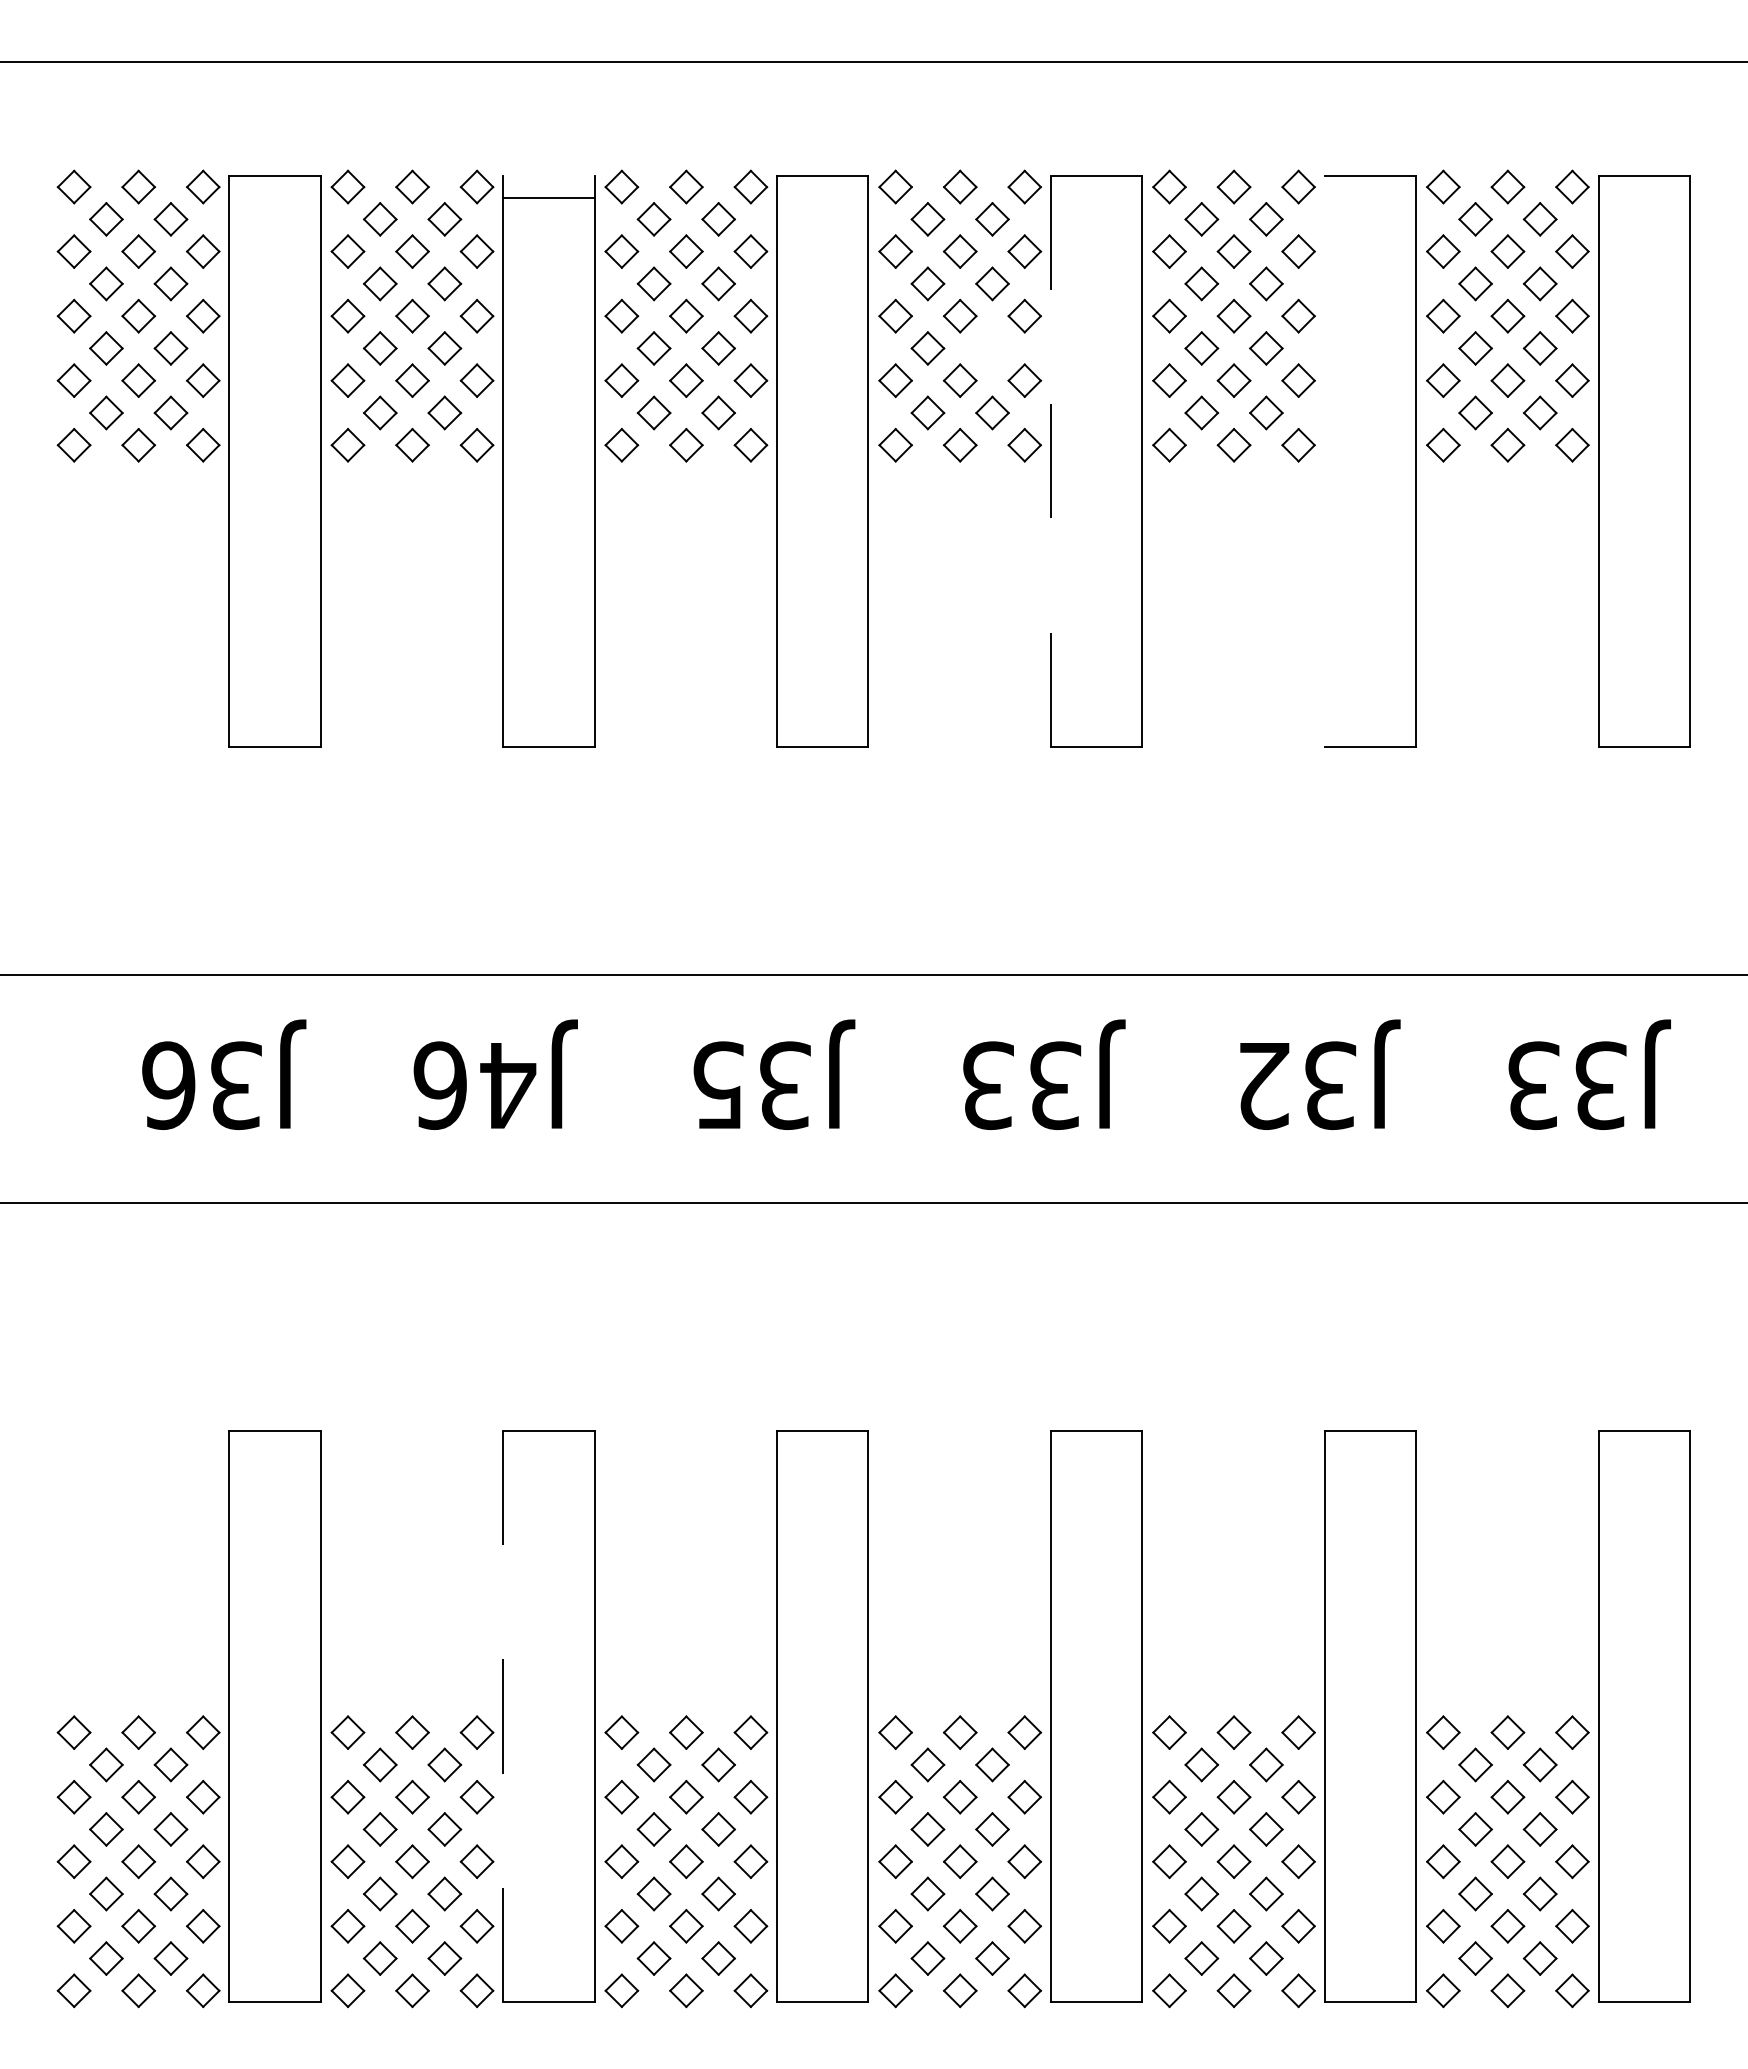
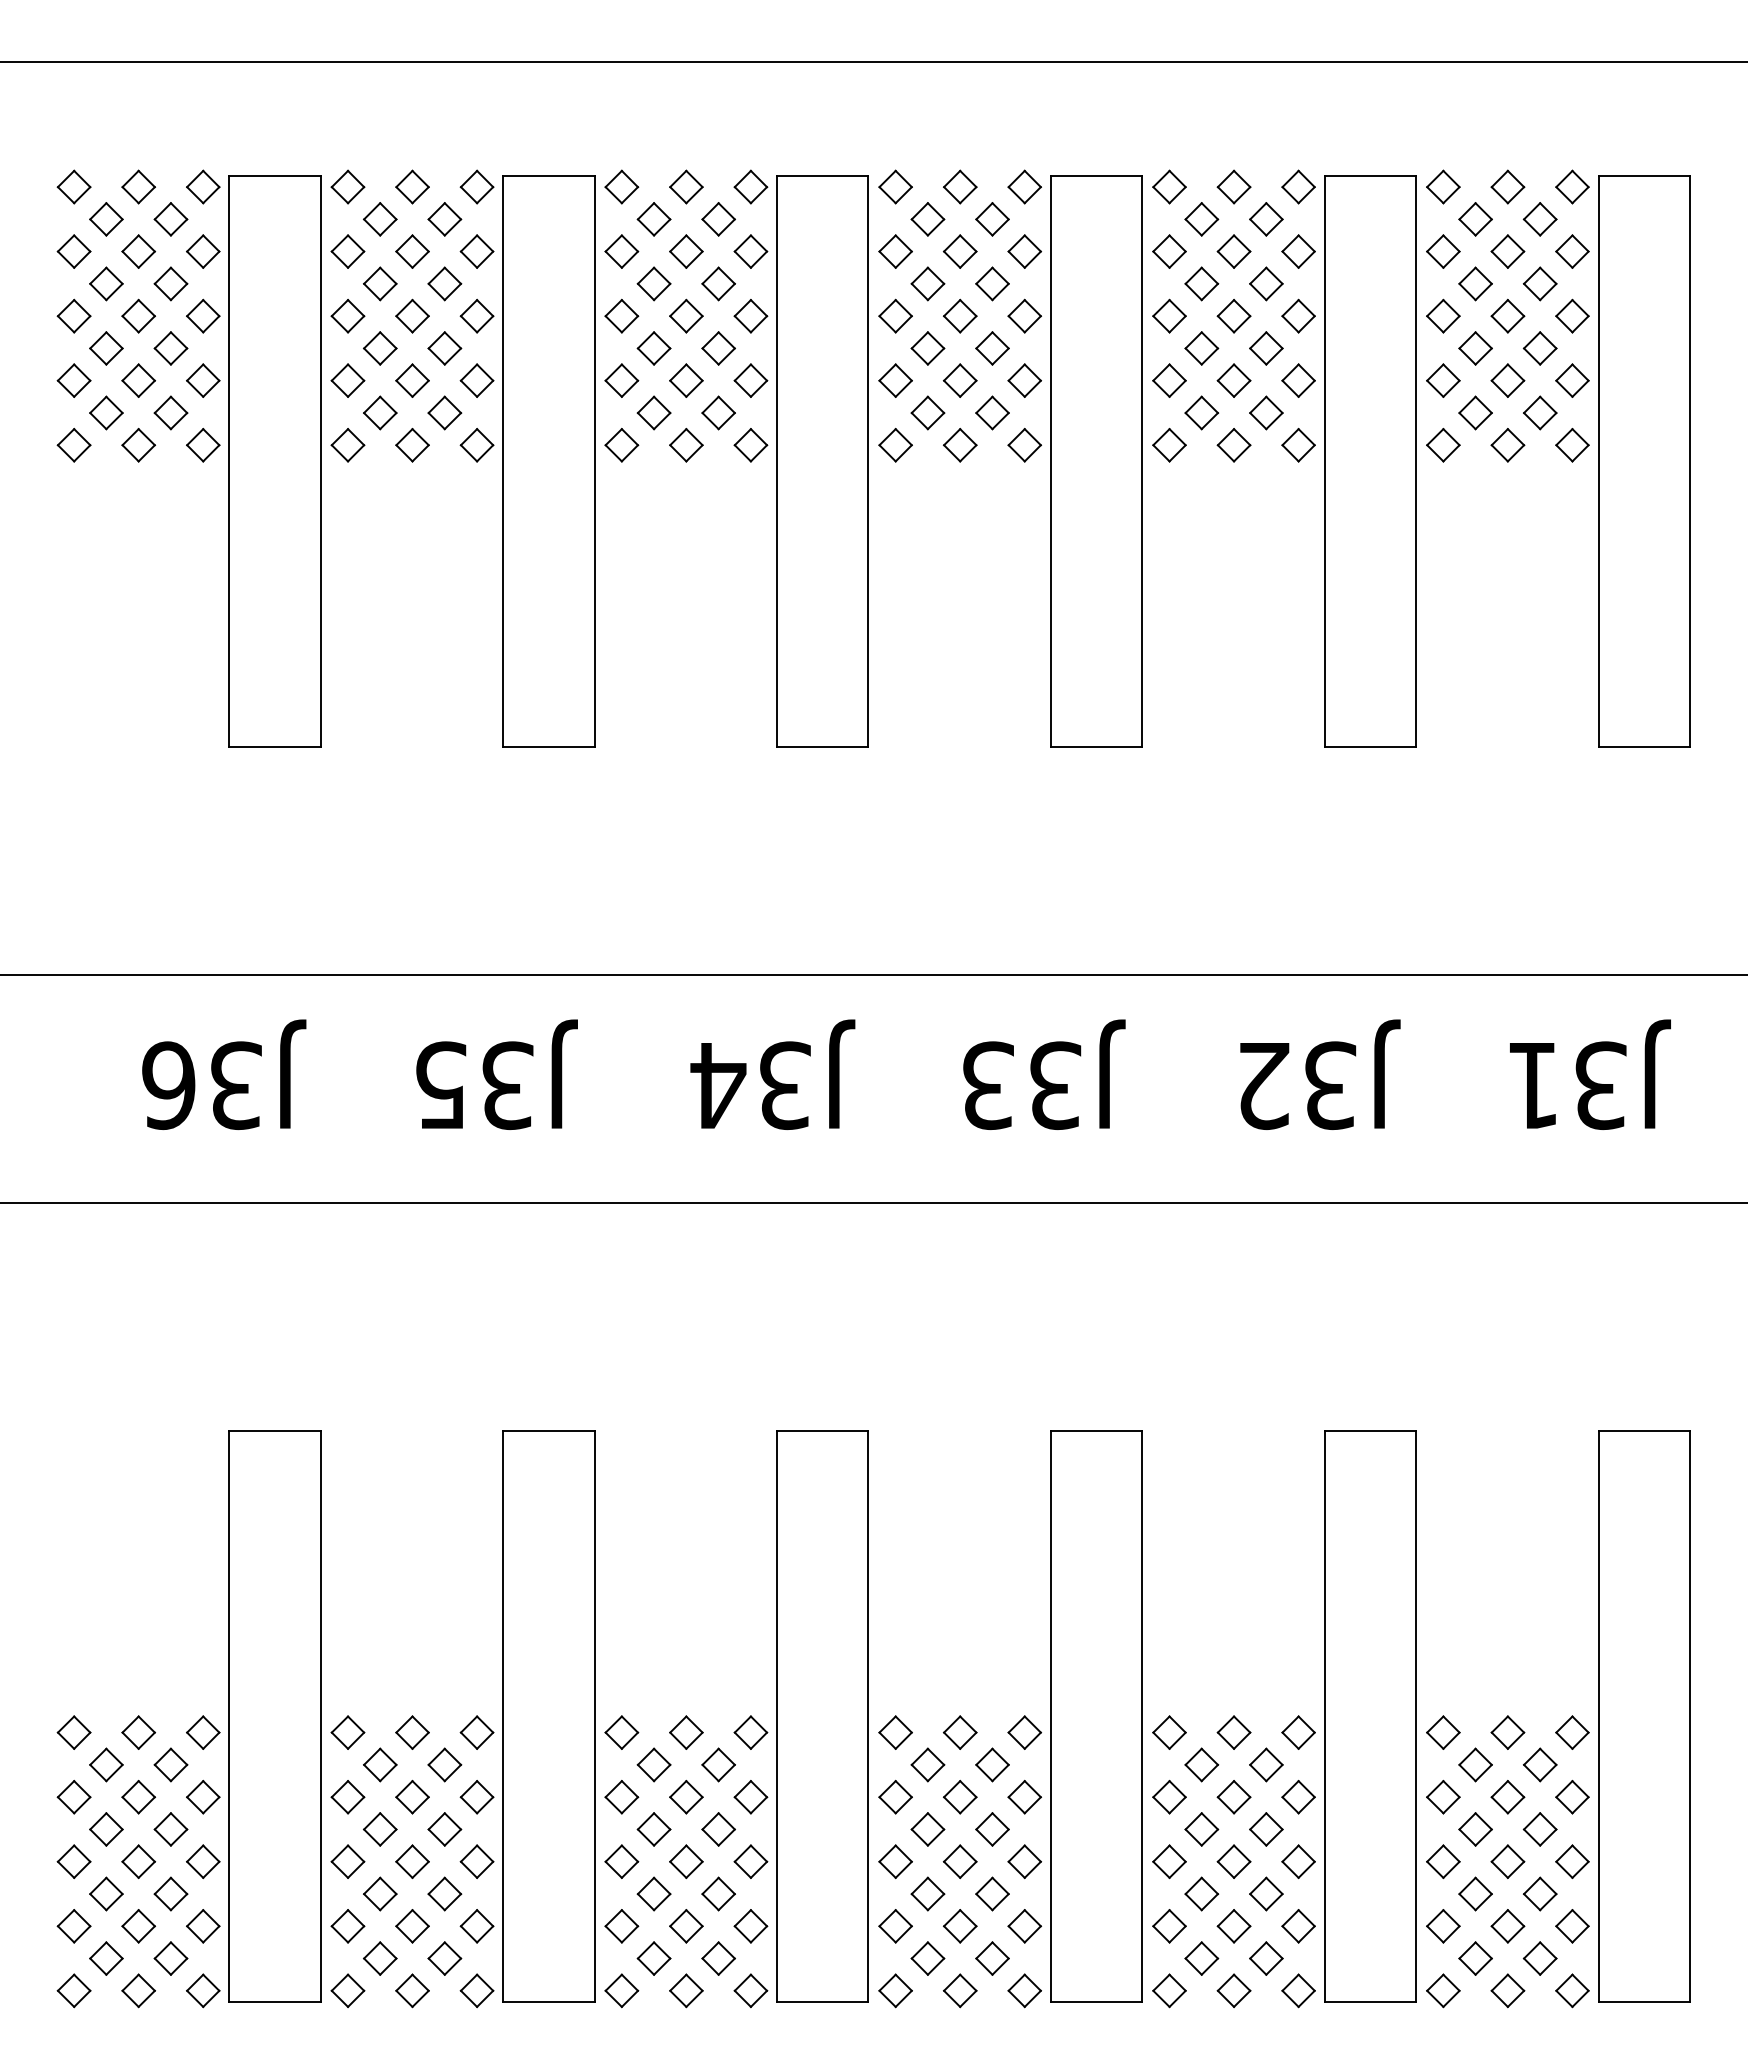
line at (548, 198) position: (548, 198) -> (548, 176)
part at (992, 348): none -> present
line at (1051, 461): dashed -> solid
line at (1324, 461): none -> present
text at (718, 1084): J35 -> J34
text at (474, 1085): J46 -> J35
text at (1533, 1085): J33 -> J31
line at (503, 1716): dashed -> solid
